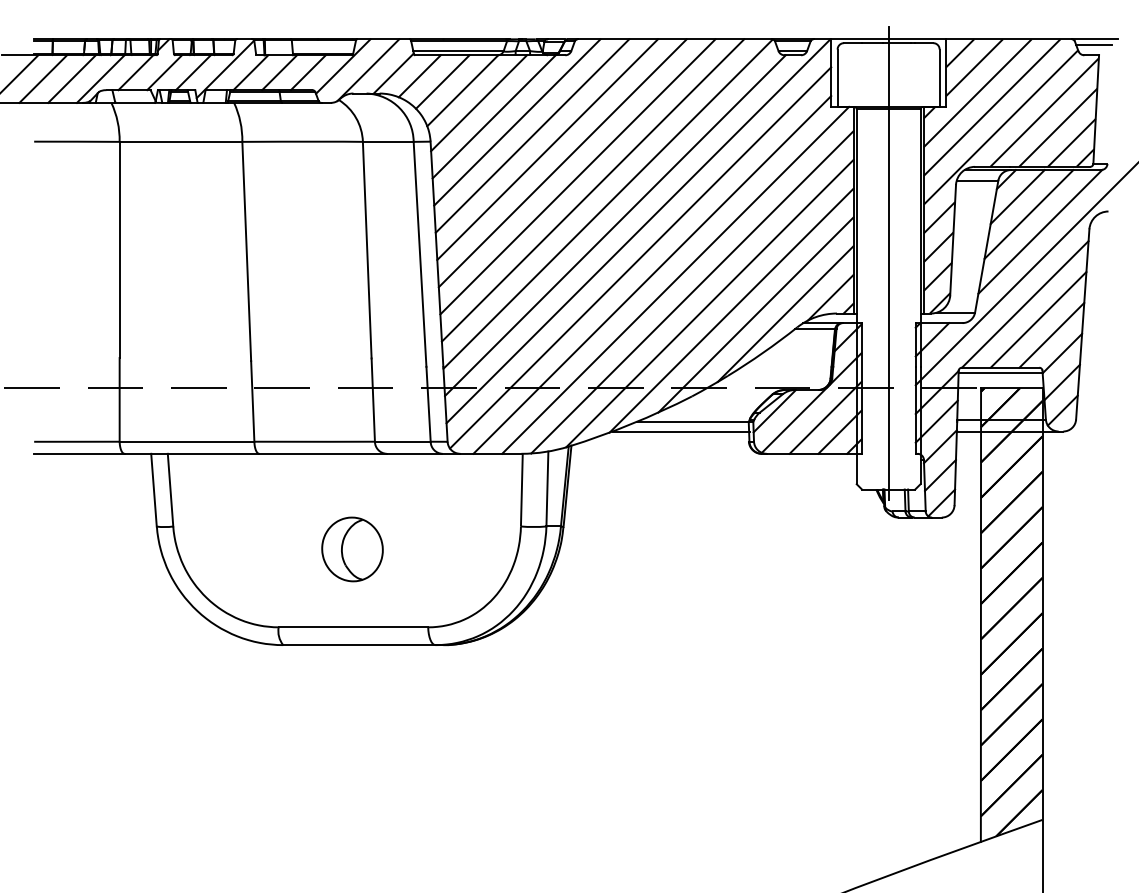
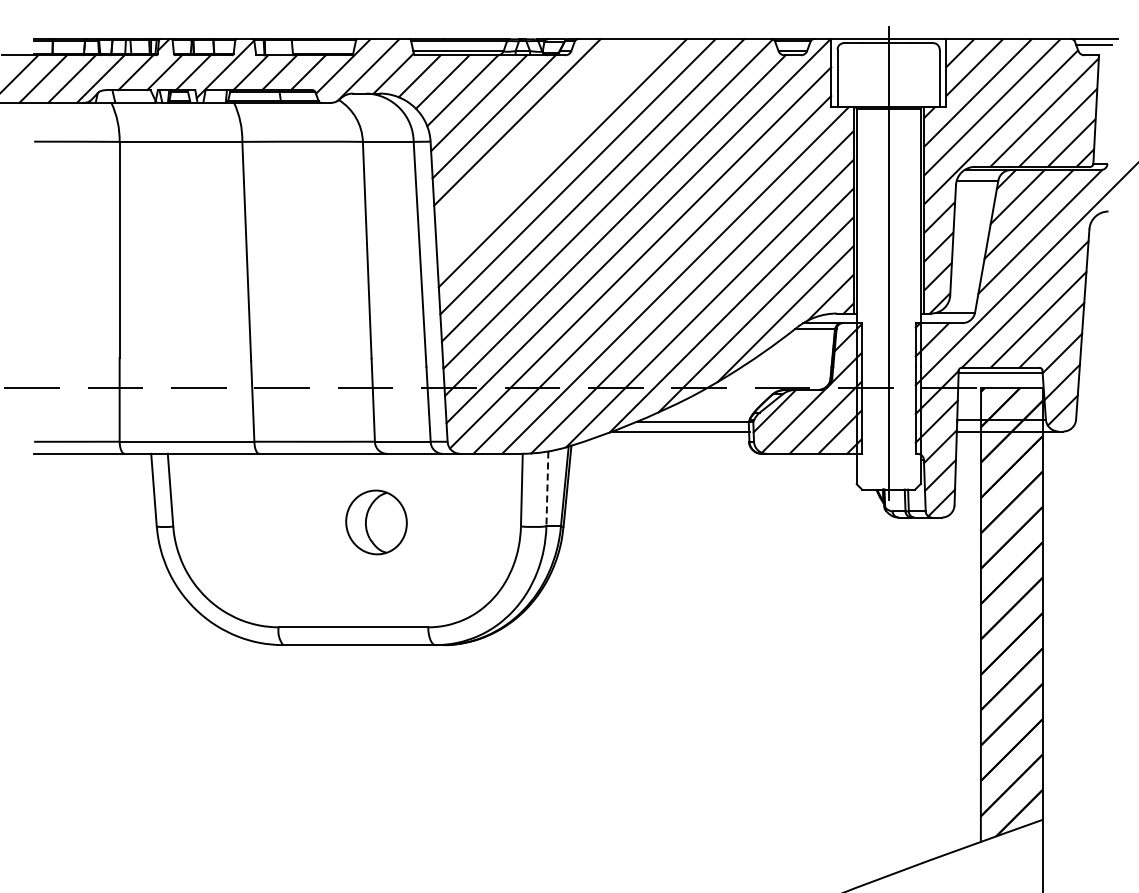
line at (532, 135): present -> none
line at (547, 149): present -> none
line at (547, 489): solid -> dashed
part at (352, 549) position: (352, 549) -> (376, 522)
